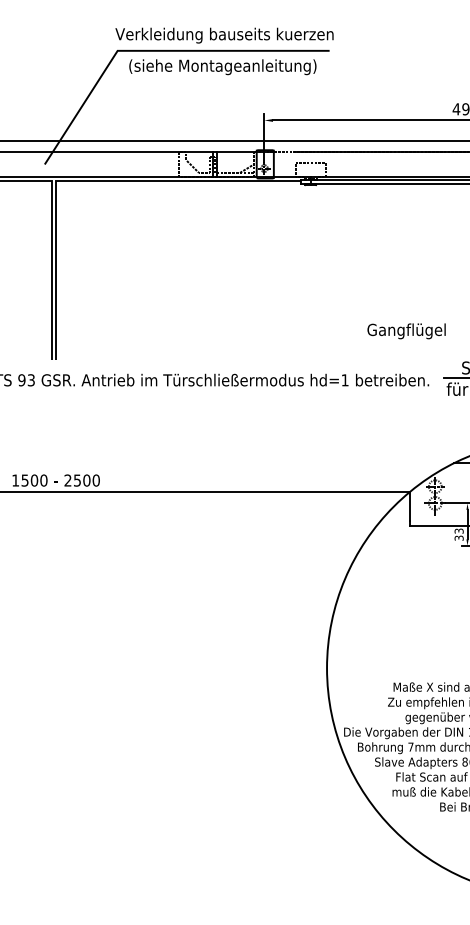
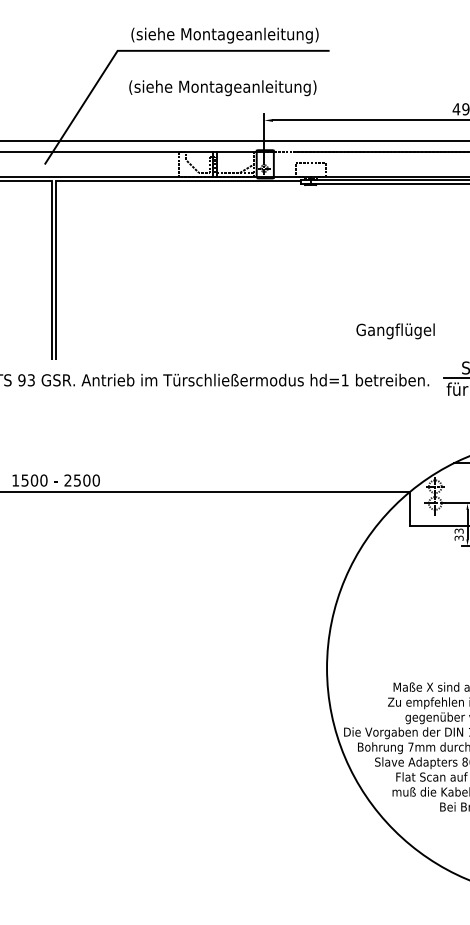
text at (224, 35): Verkleidung bauseits kuerzen -> (siehe Montageanleitung)
text at (222, 67) position: (222, 67) -> (222, 88)
text at (406, 331) position: (406, 331) -> (395, 331)
